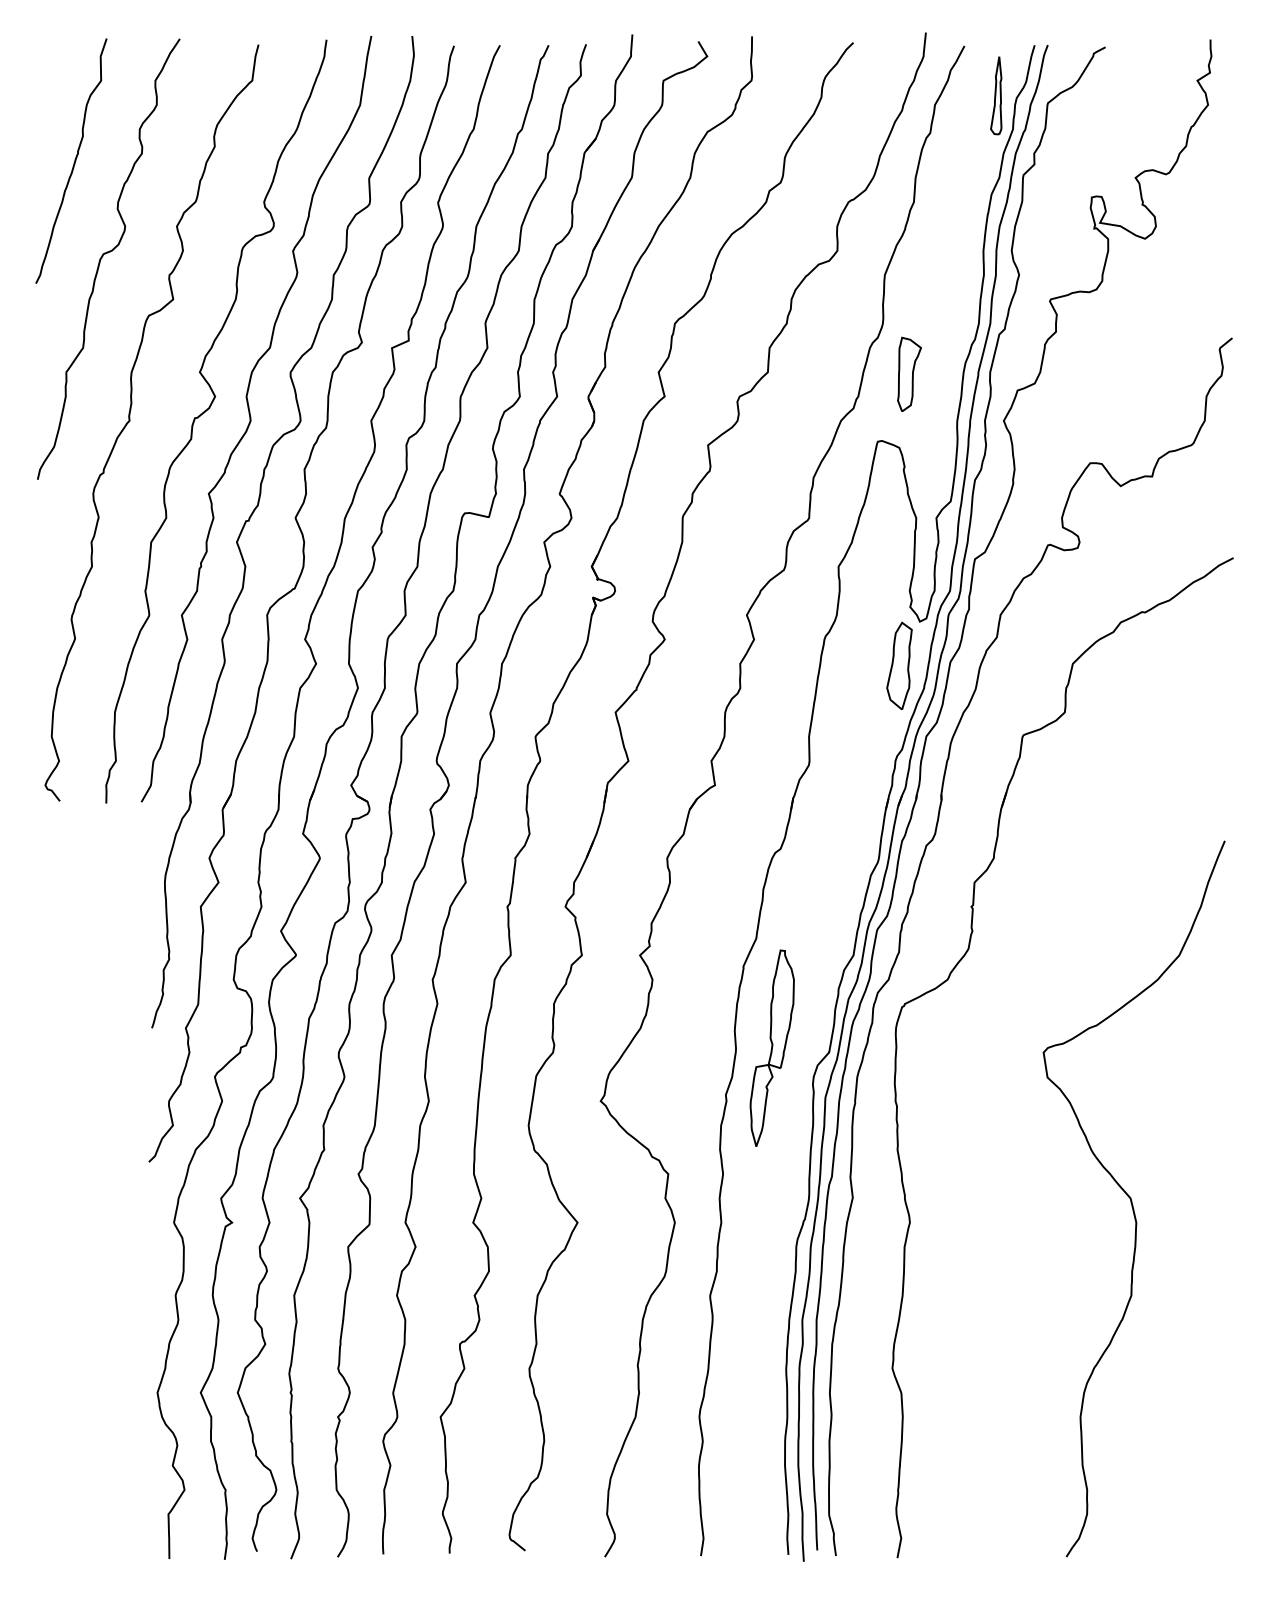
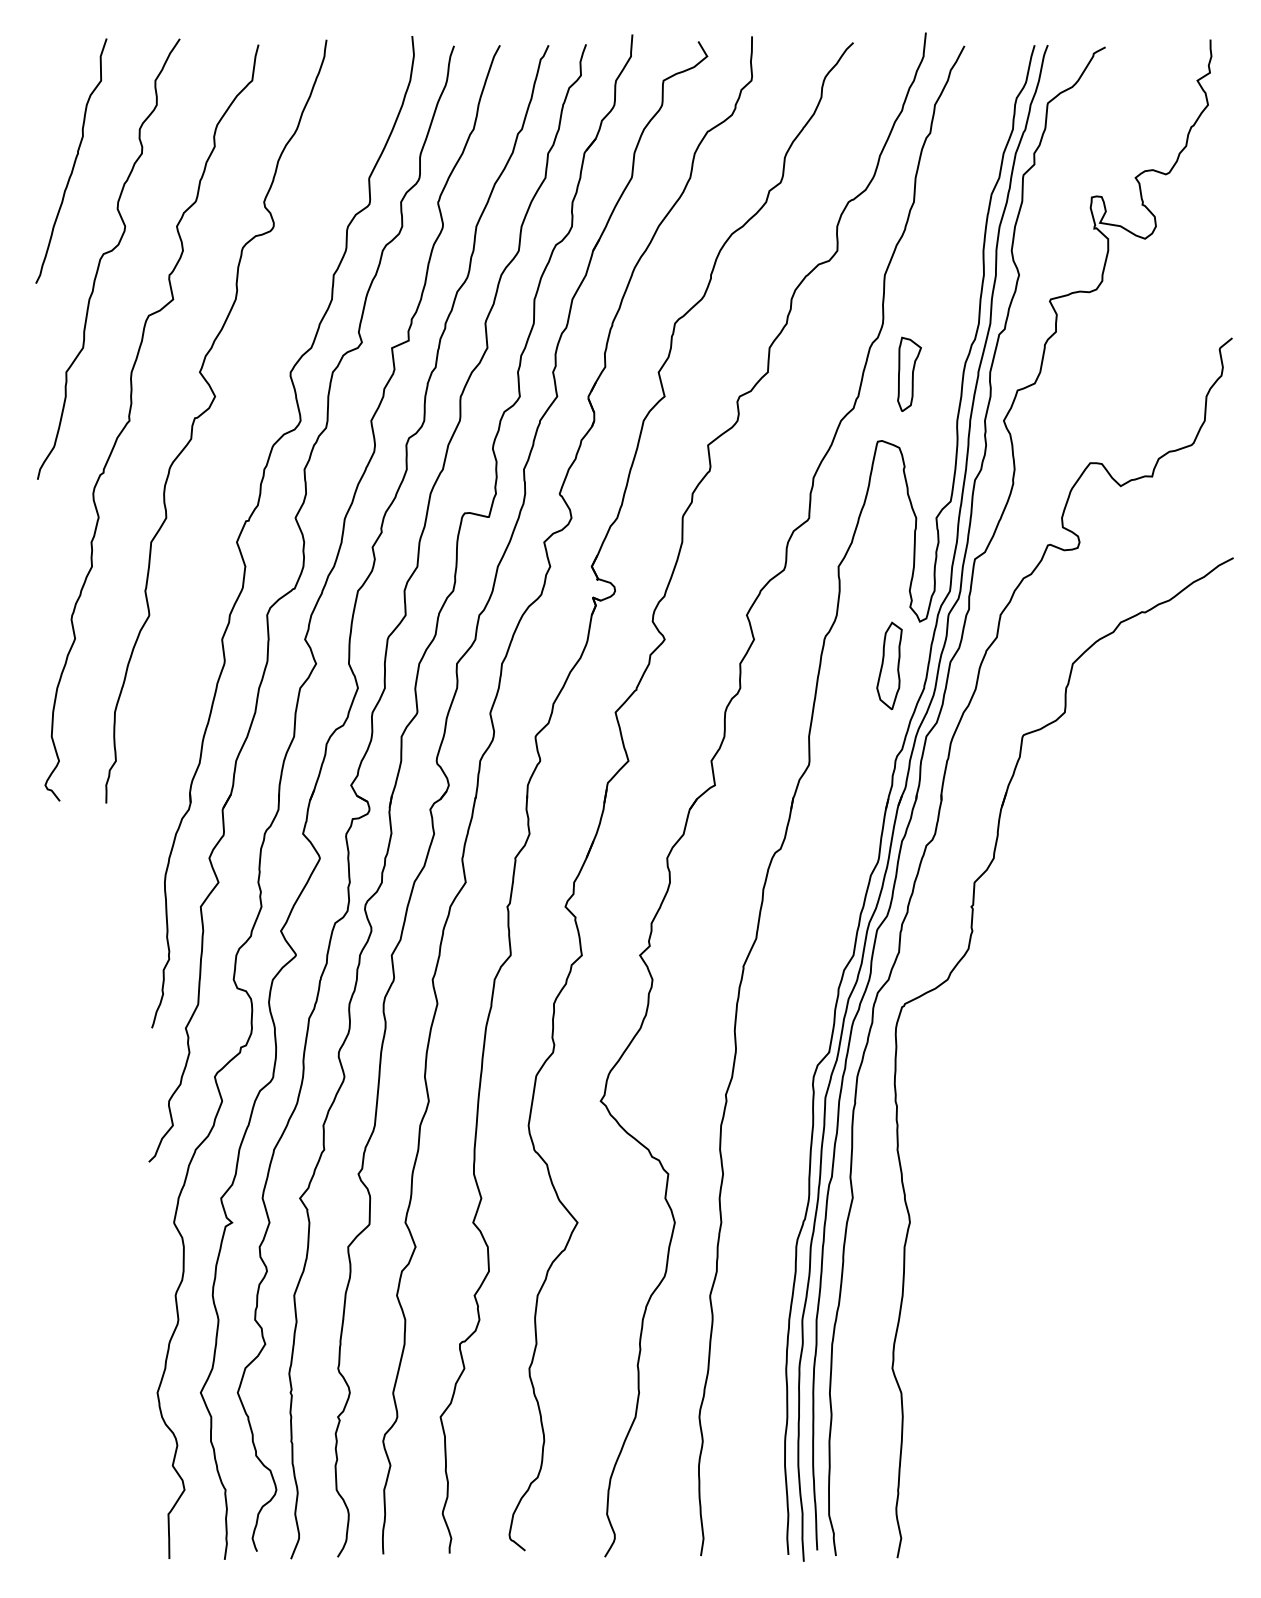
part at (996, 95): present -> none
curve at (251, 419): present -> none
part at (899, 665) position: (899, 665) -> (889, 665)
part at (771, 1047): present -> none
curve at (1131, 1198): present -> none
